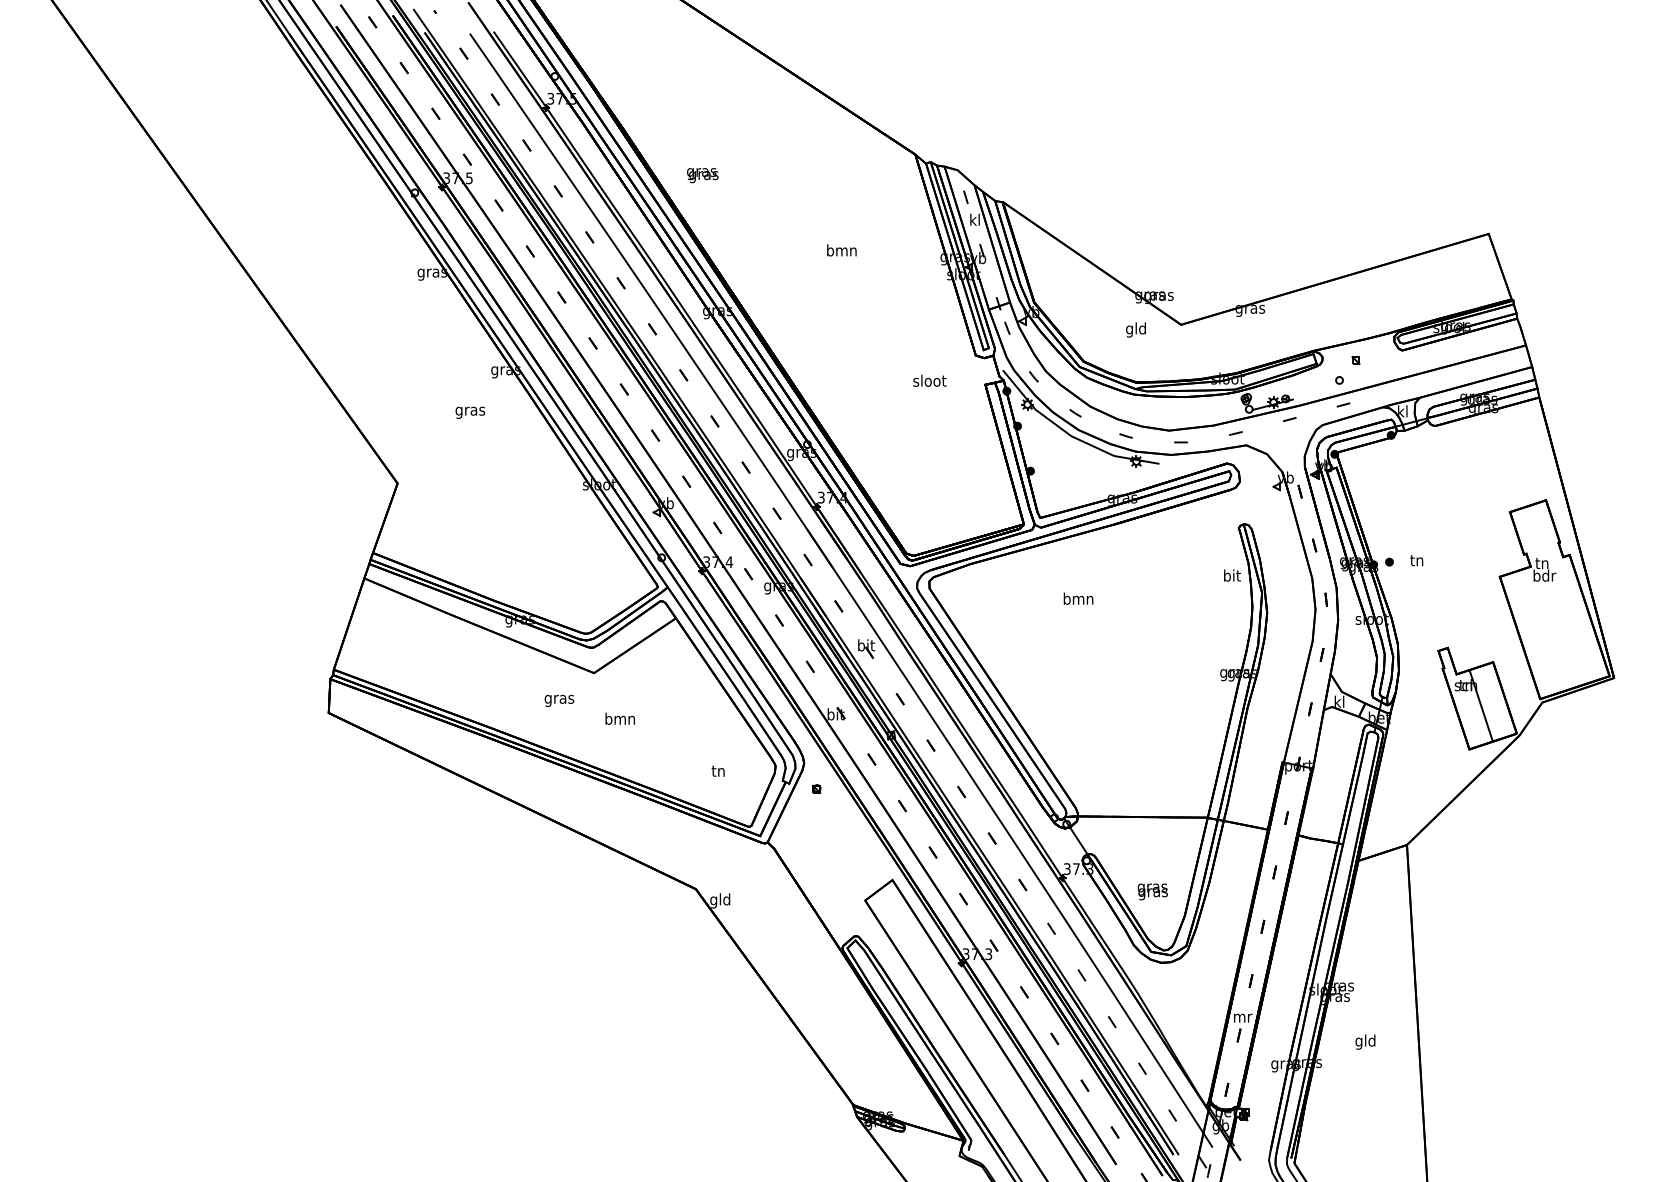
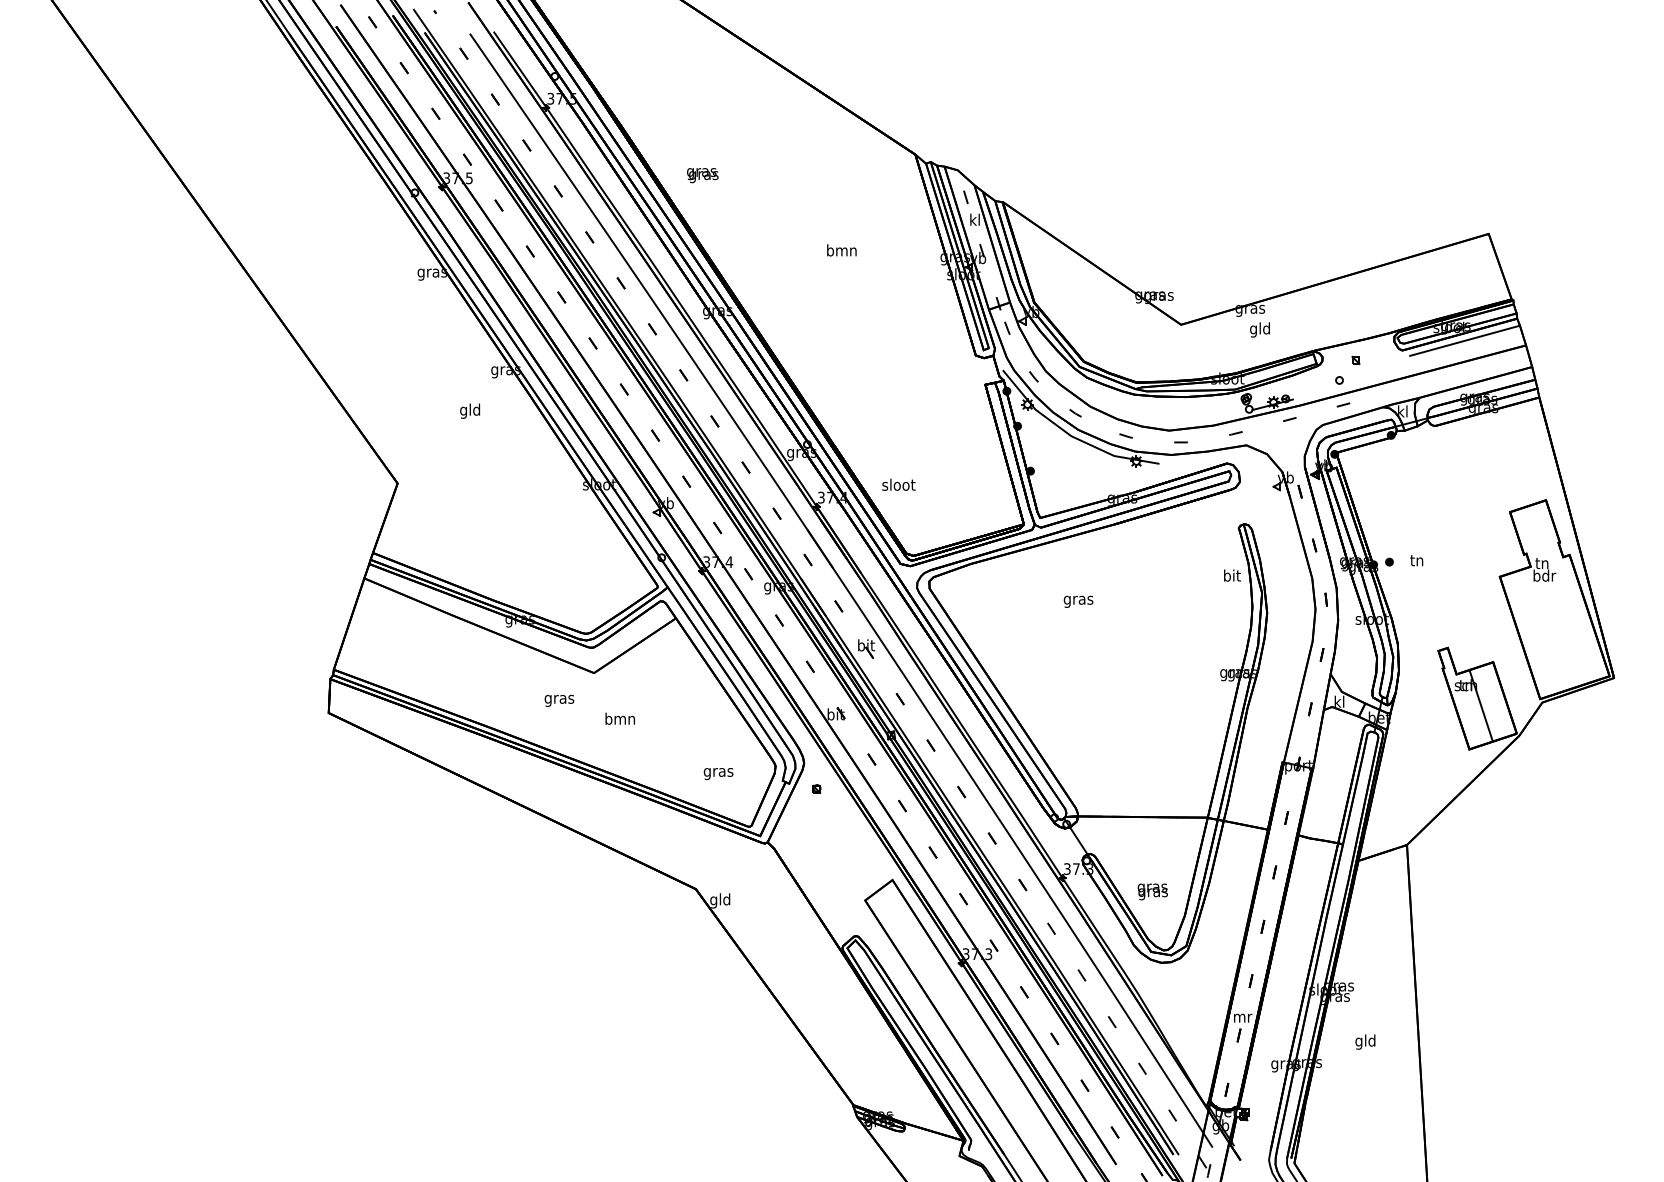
text at (1135, 329) position: (1135, 329) -> (1259, 329)
line at (1464, 340): none -> present
text at (929, 380) position: (929, 380) -> (898, 484)
text at (470, 410): gras -> gld
text at (1078, 599): bmn -> gras
text at (718, 772): tn -> gras
